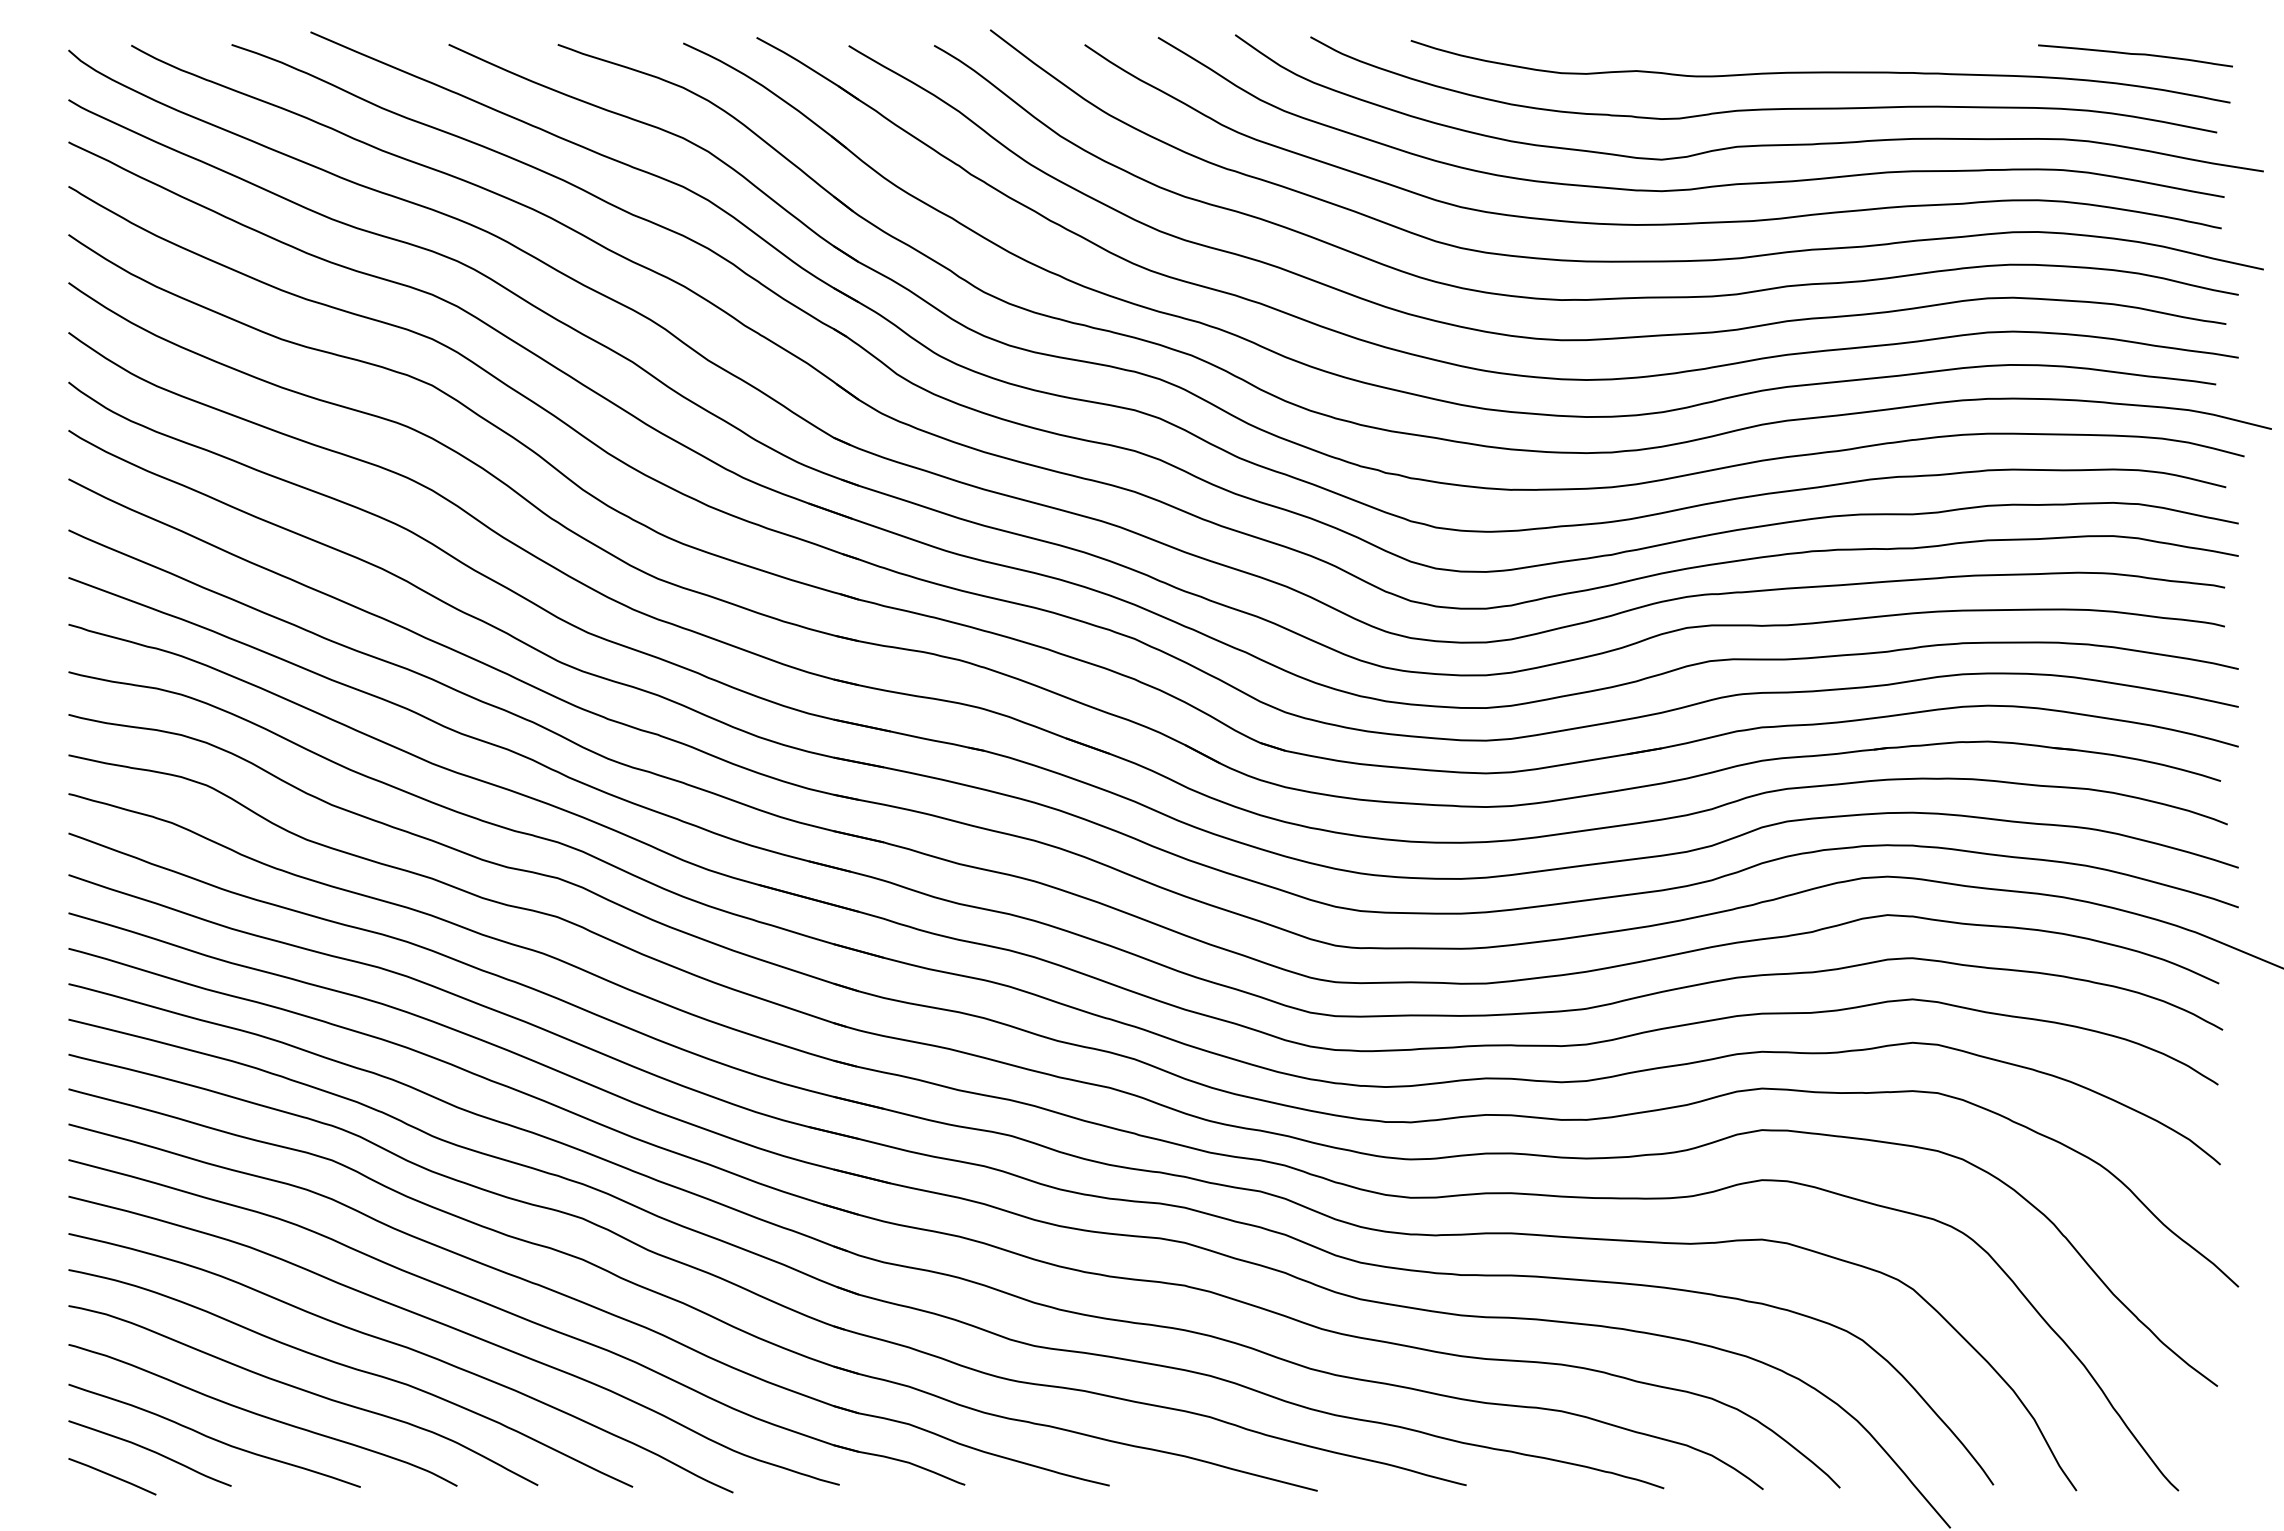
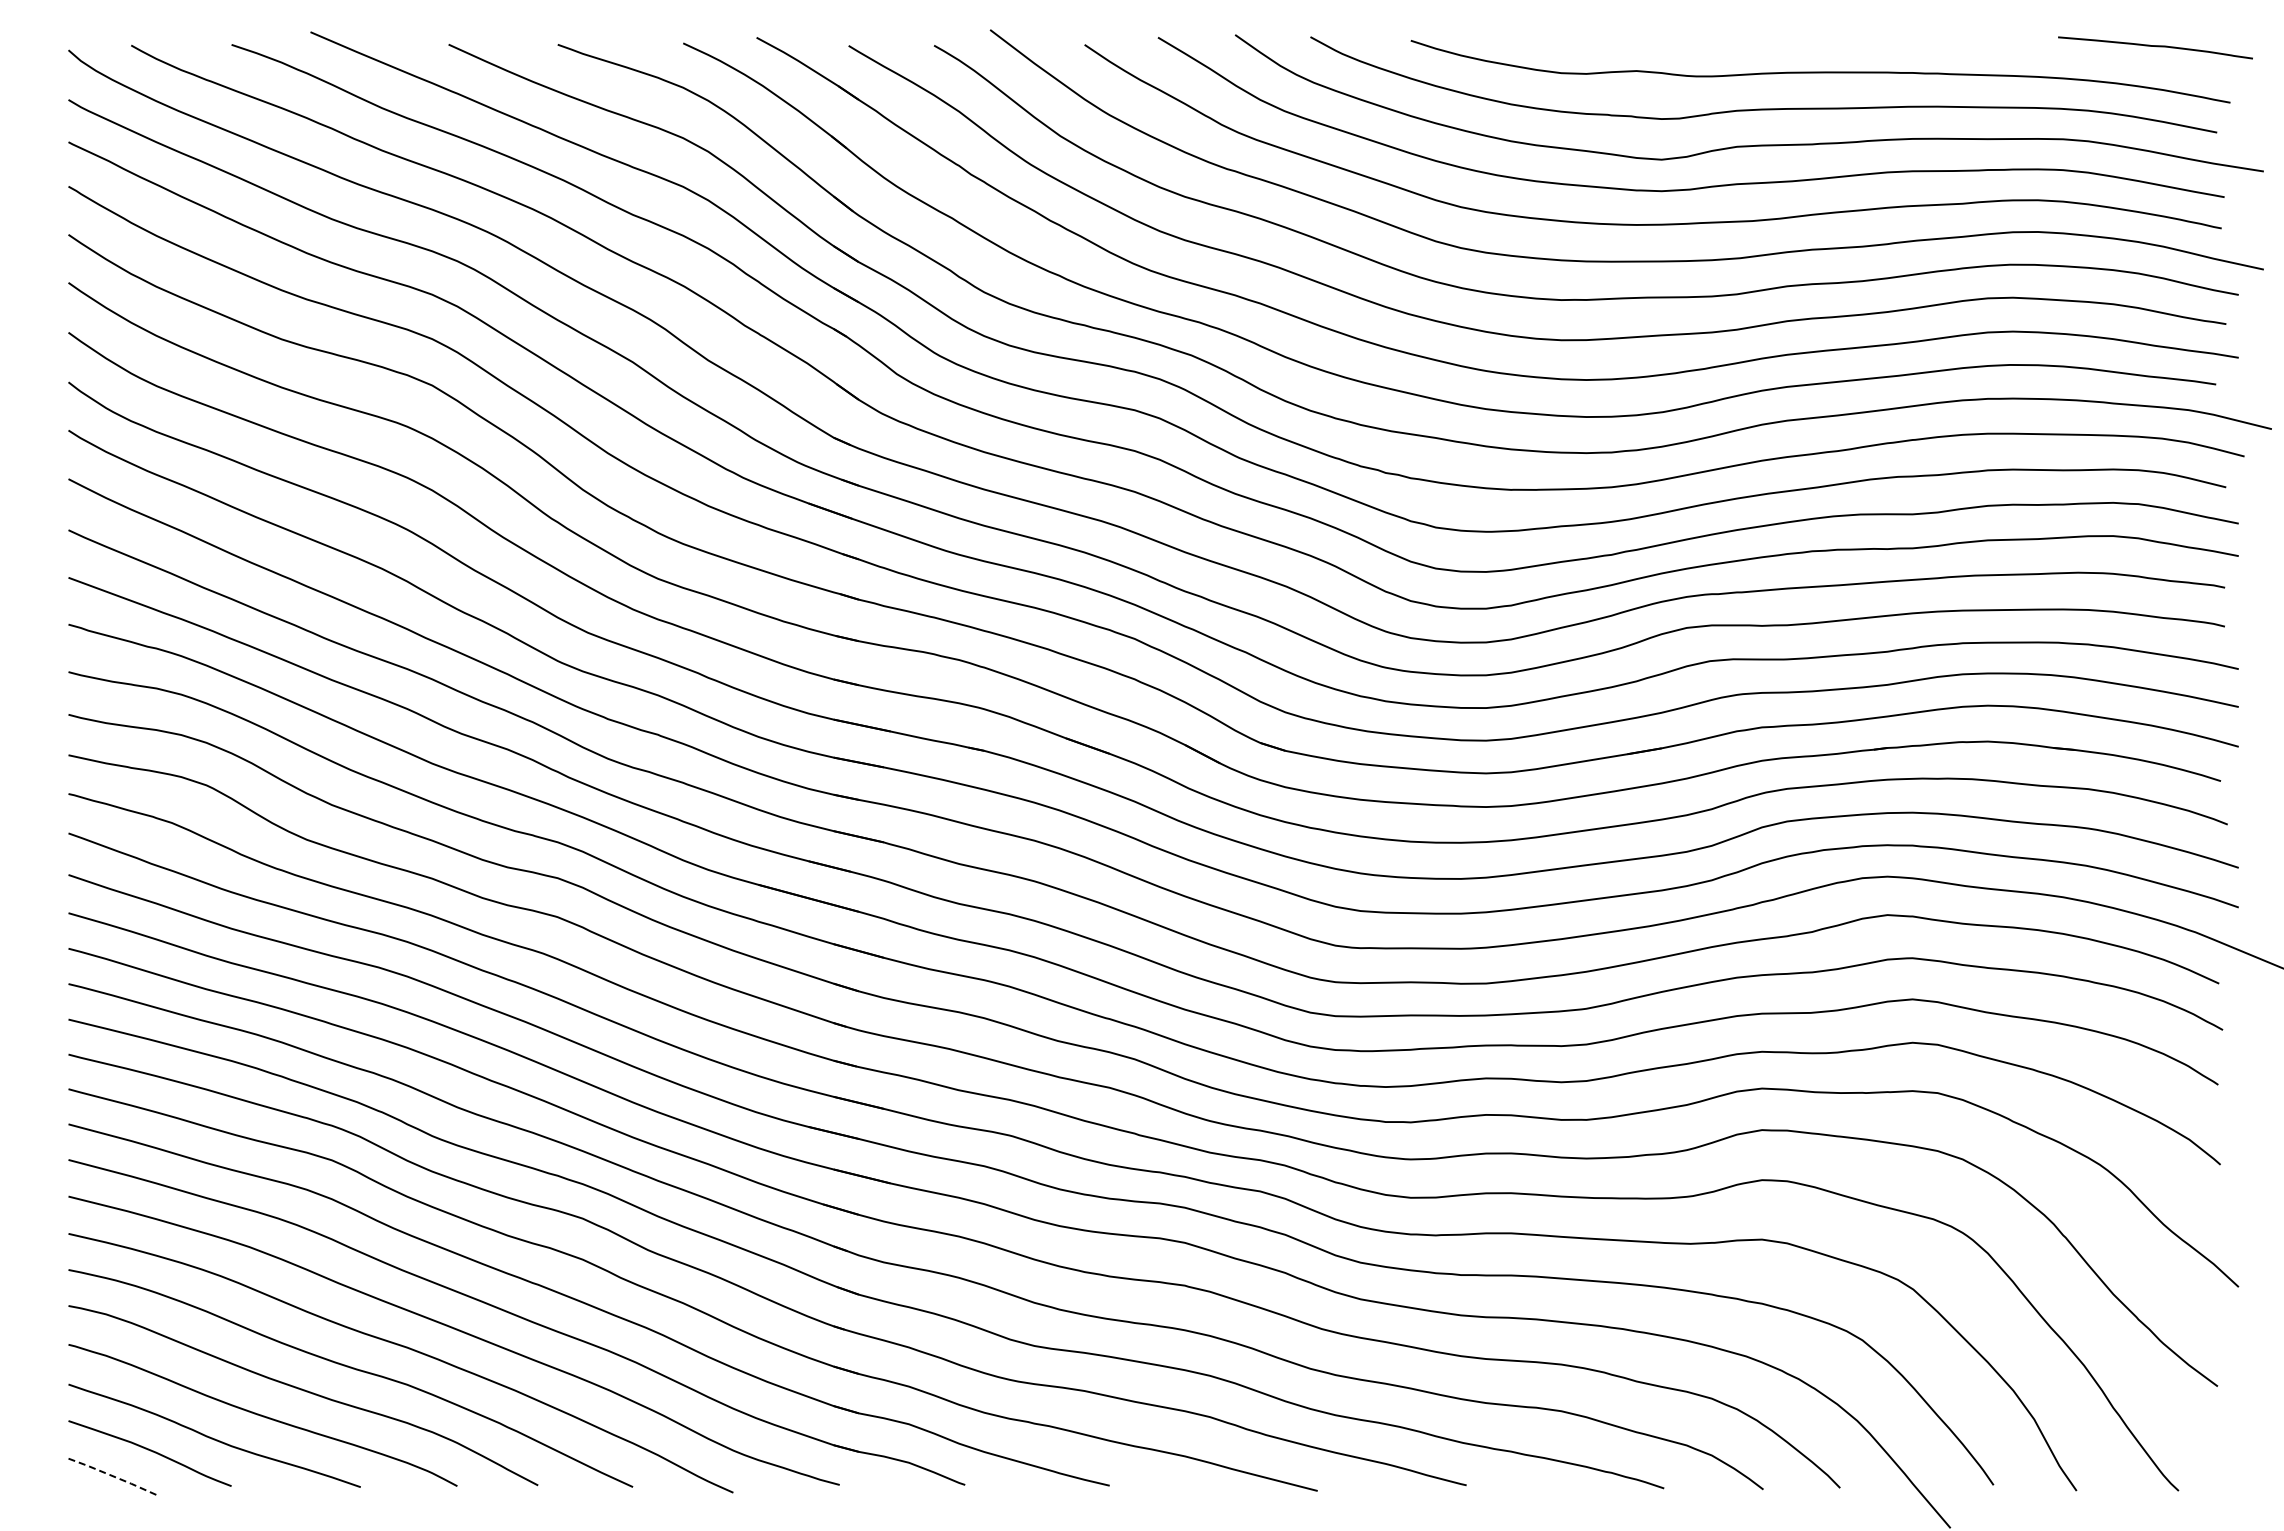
curve at (2135, 54) position: (2135, 54) -> (2155, 46)
line at (112, 1476): solid -> dashed
